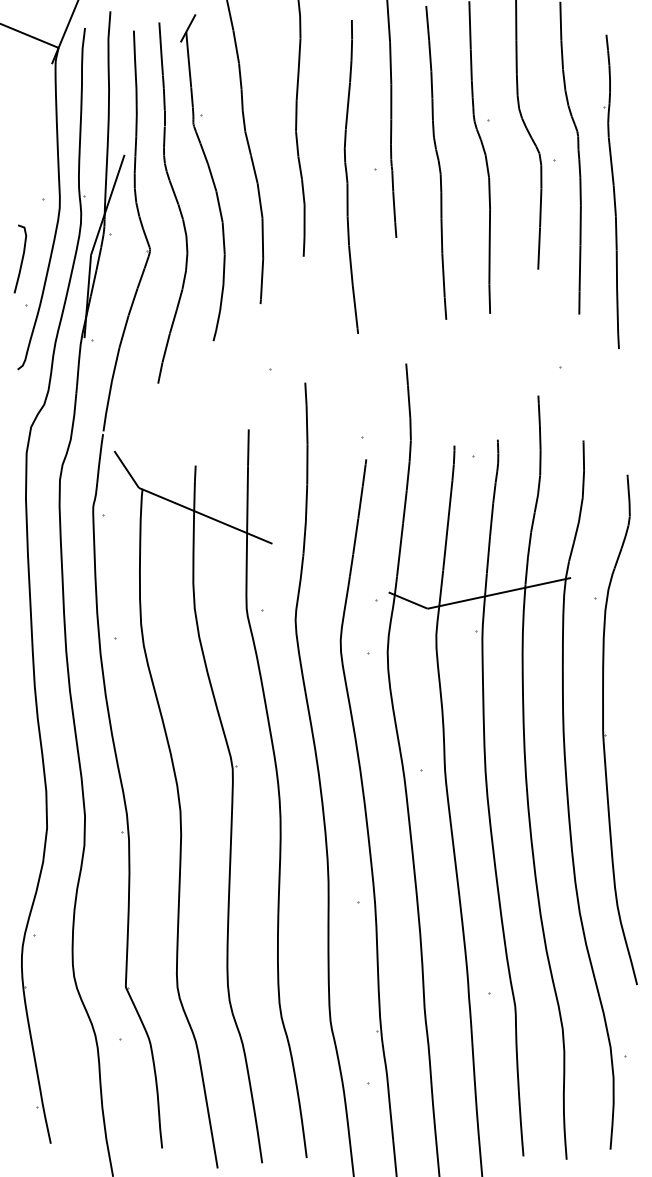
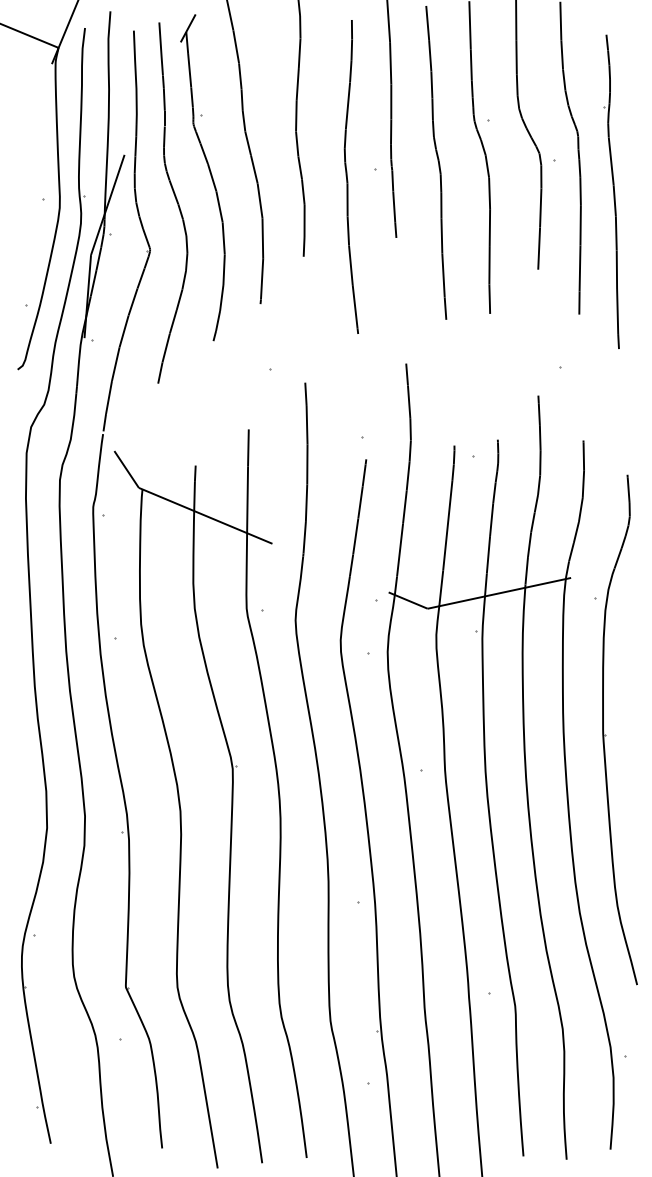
curve at (21, 258): present -> none
